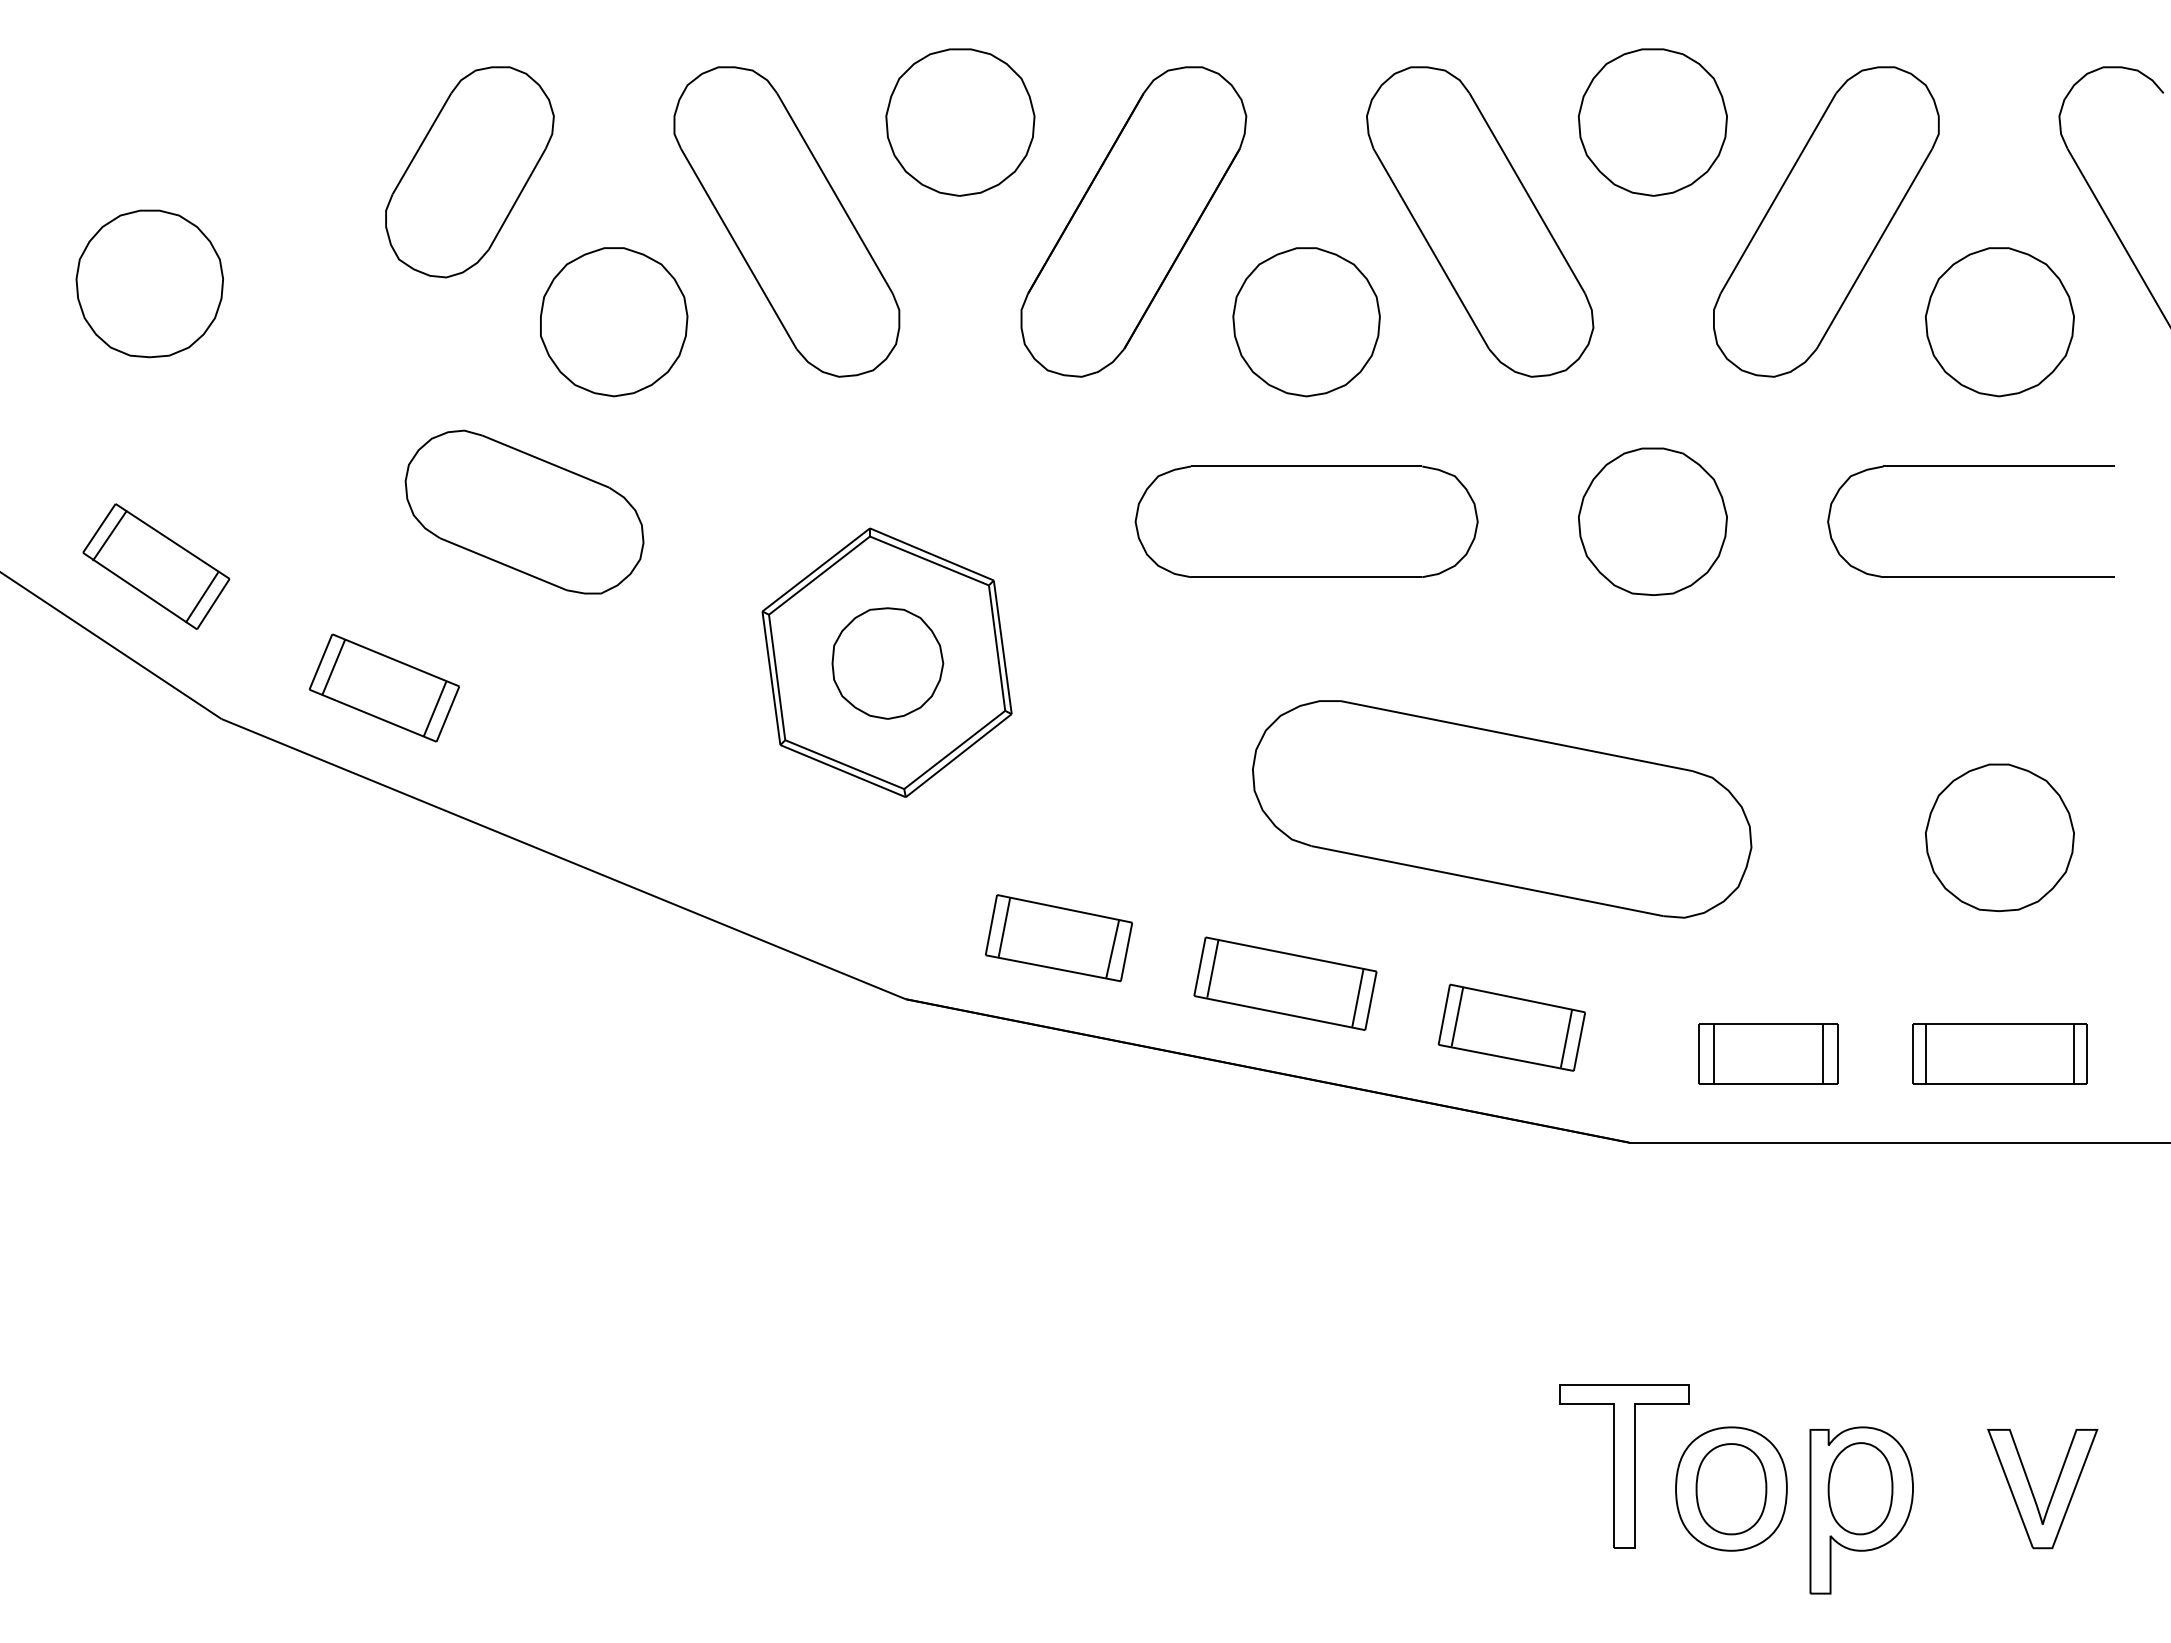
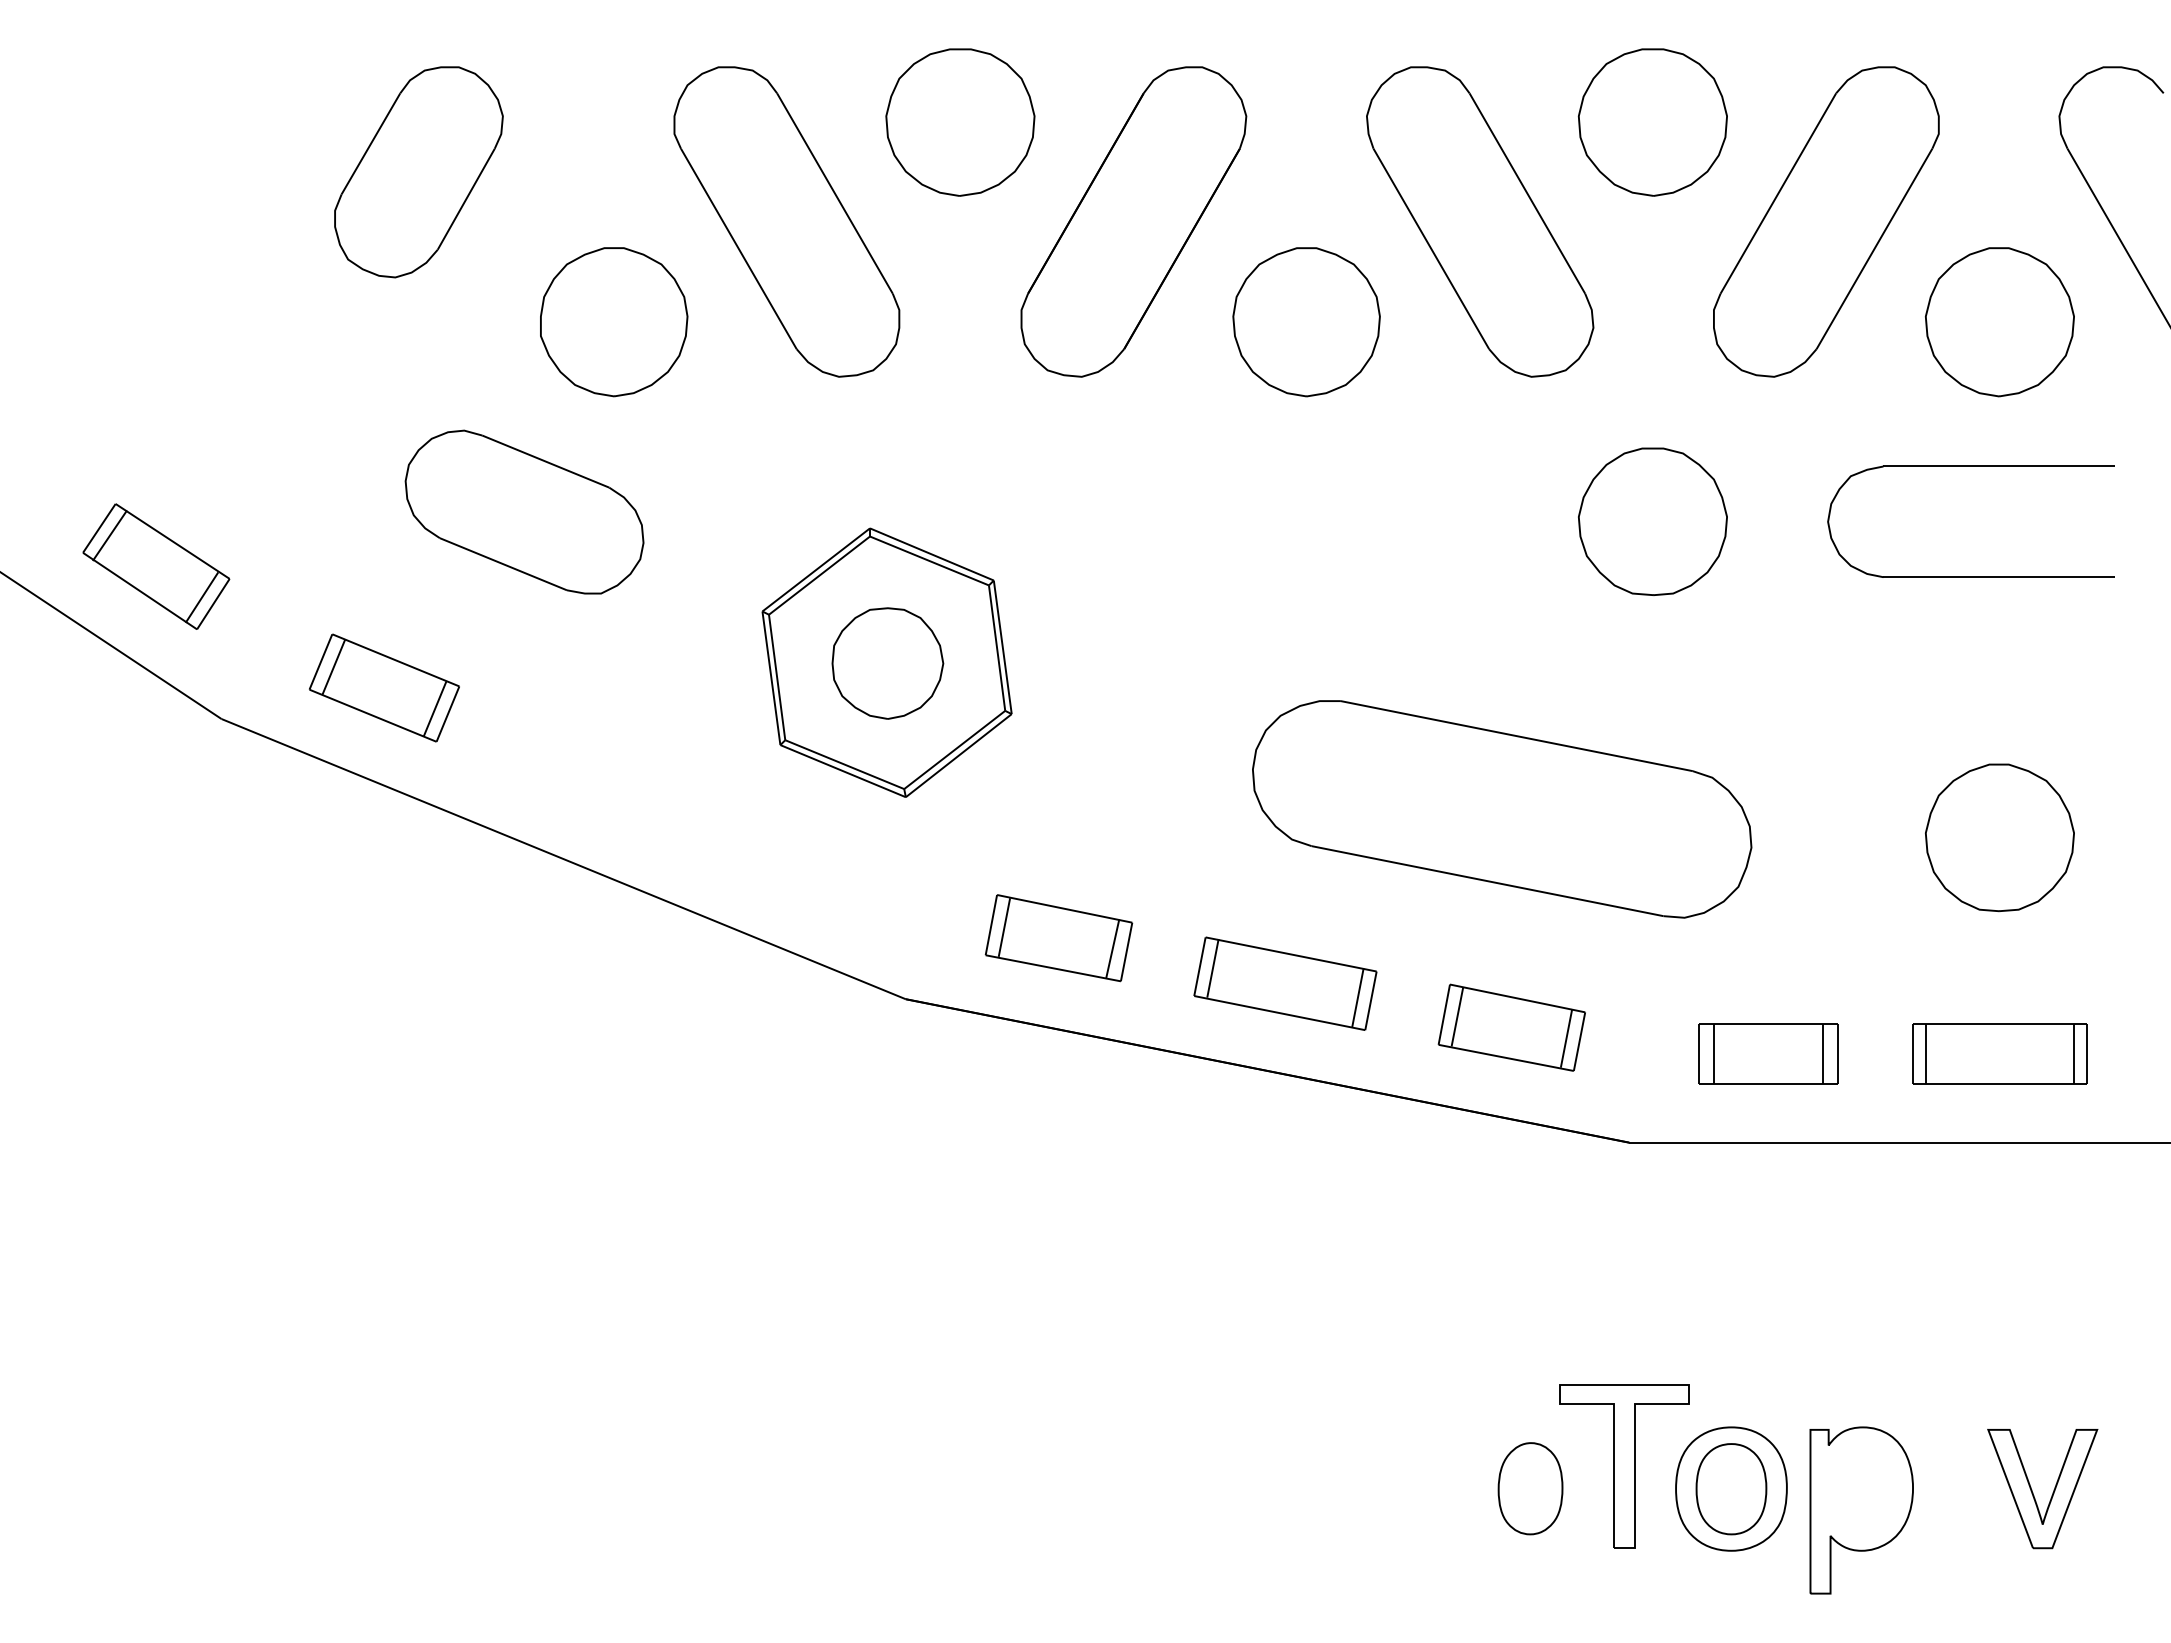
part at (469, 172) position: (469, 172) -> (418, 172)
part at (149, 283): present -> none
part at (1306, 521): present -> none
part at (1860, 1488) position: (1860, 1488) -> (1530, 1488)
